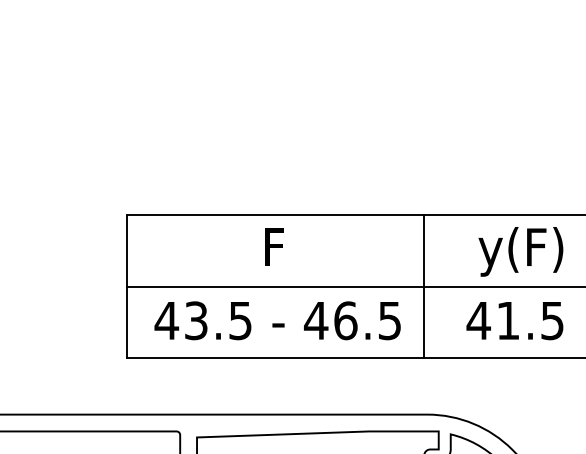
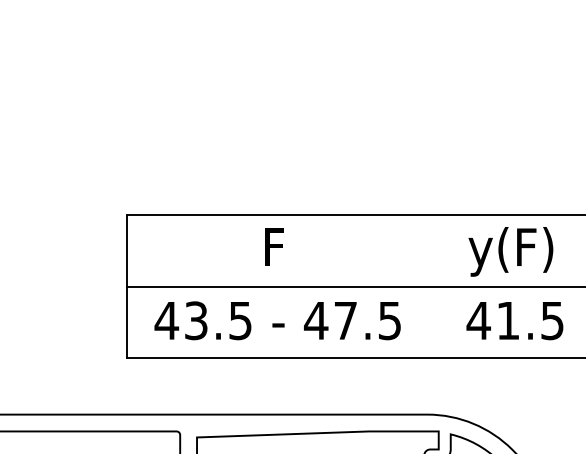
text at (520, 251) position: (520, 251) -> (510, 251)
line at (423, 286): present -> none
text at (345, 320): 46.5 -> 47.5
